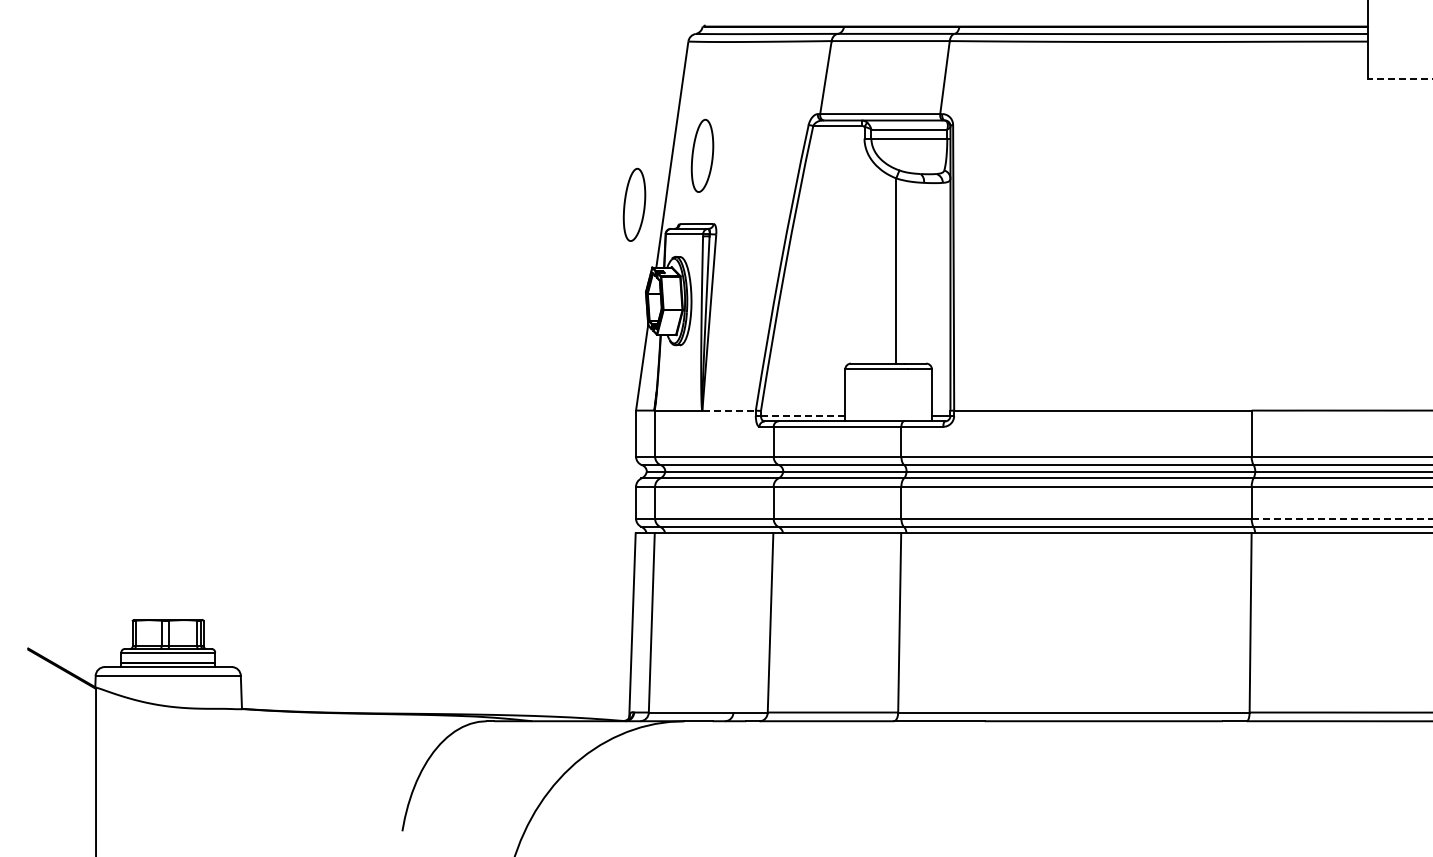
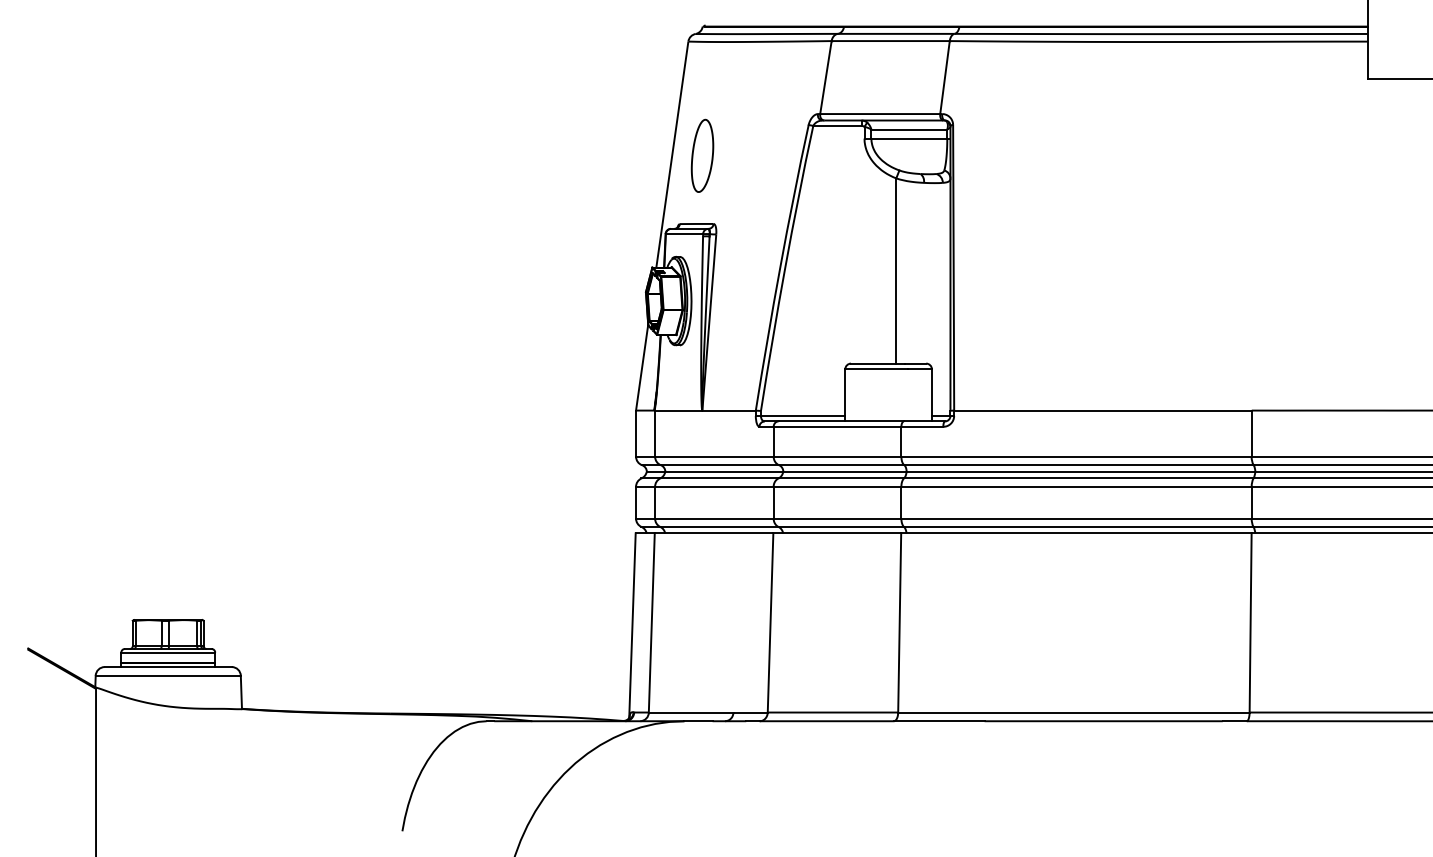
line at (1399, 78): dashed -> solid
part at (634, 204): present -> none
line at (729, 410): dashed -> solid
line at (803, 416): dashed -> solid
line at (1342, 518): dashed -> solid
